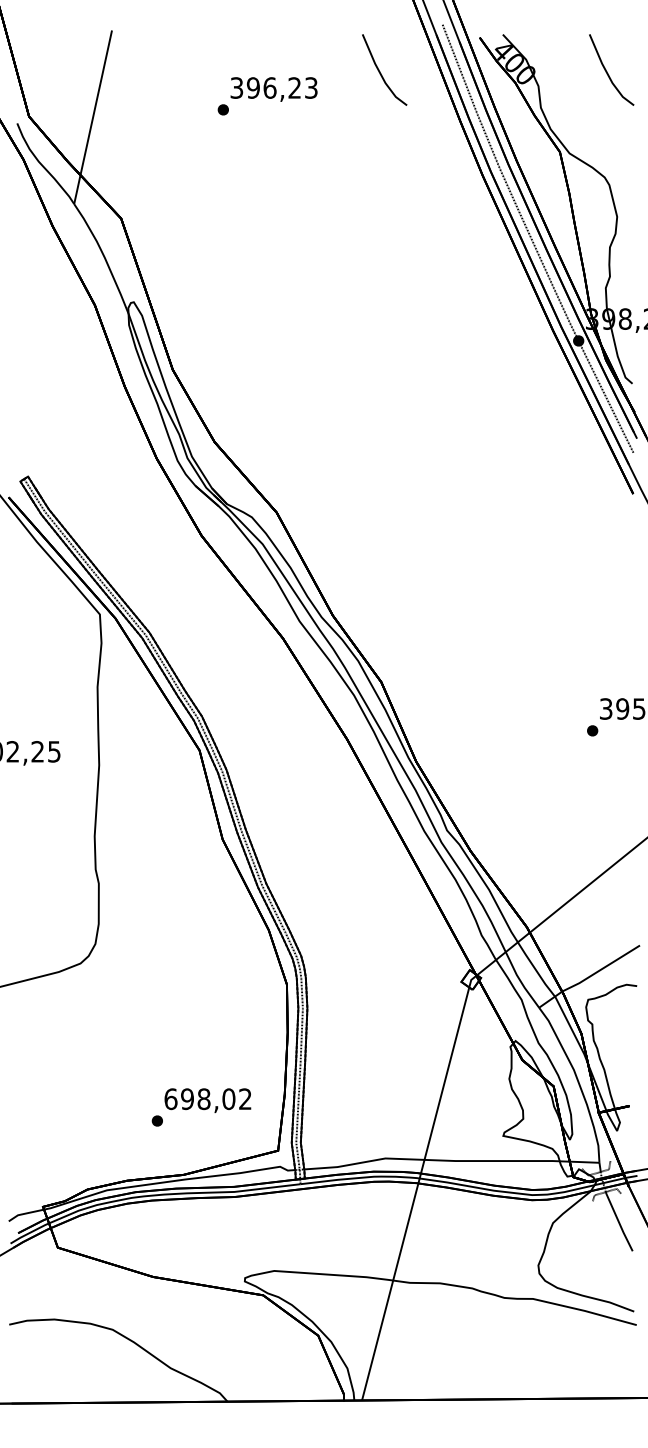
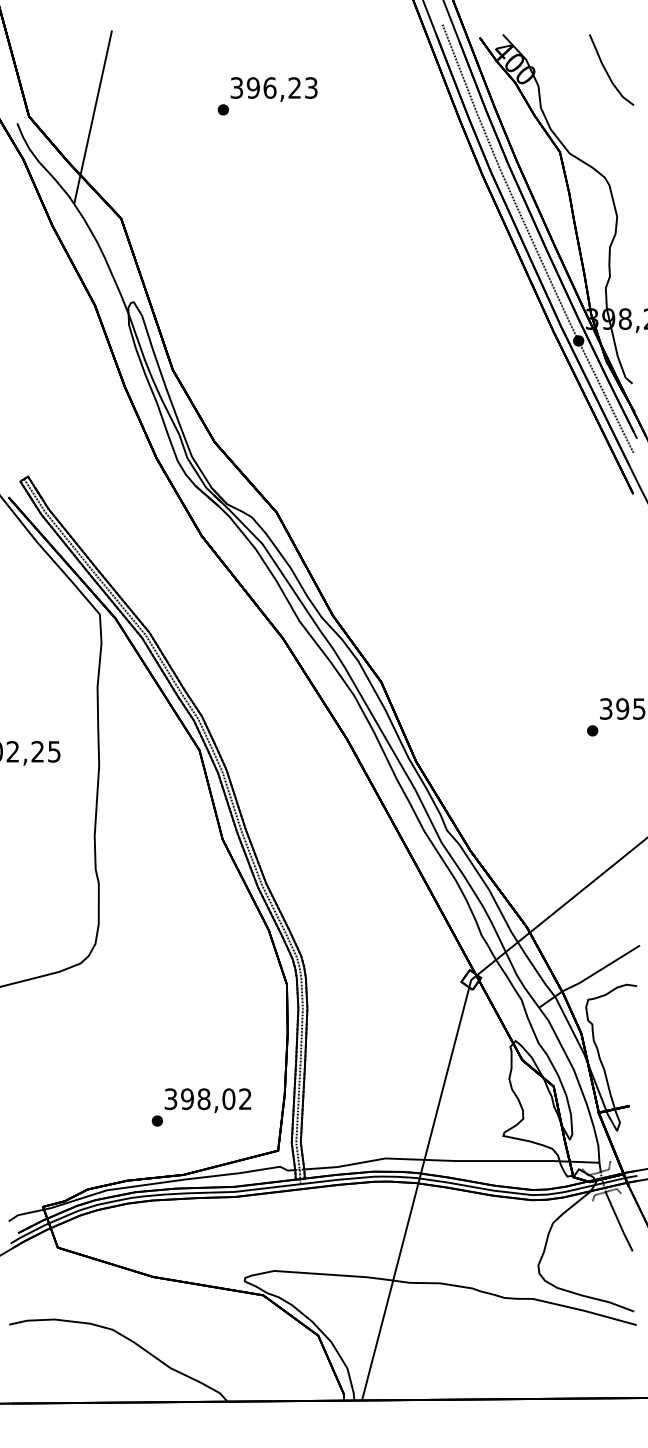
line at (380, 71): present -> none
text at (170, 1099): 698,02 -> 398,02
